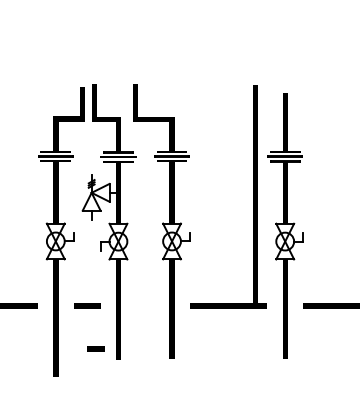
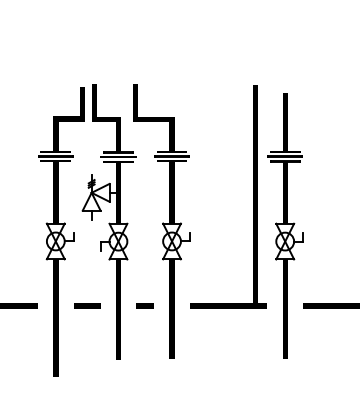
line at (95, 348) position: (95, 348) -> (144, 305)
